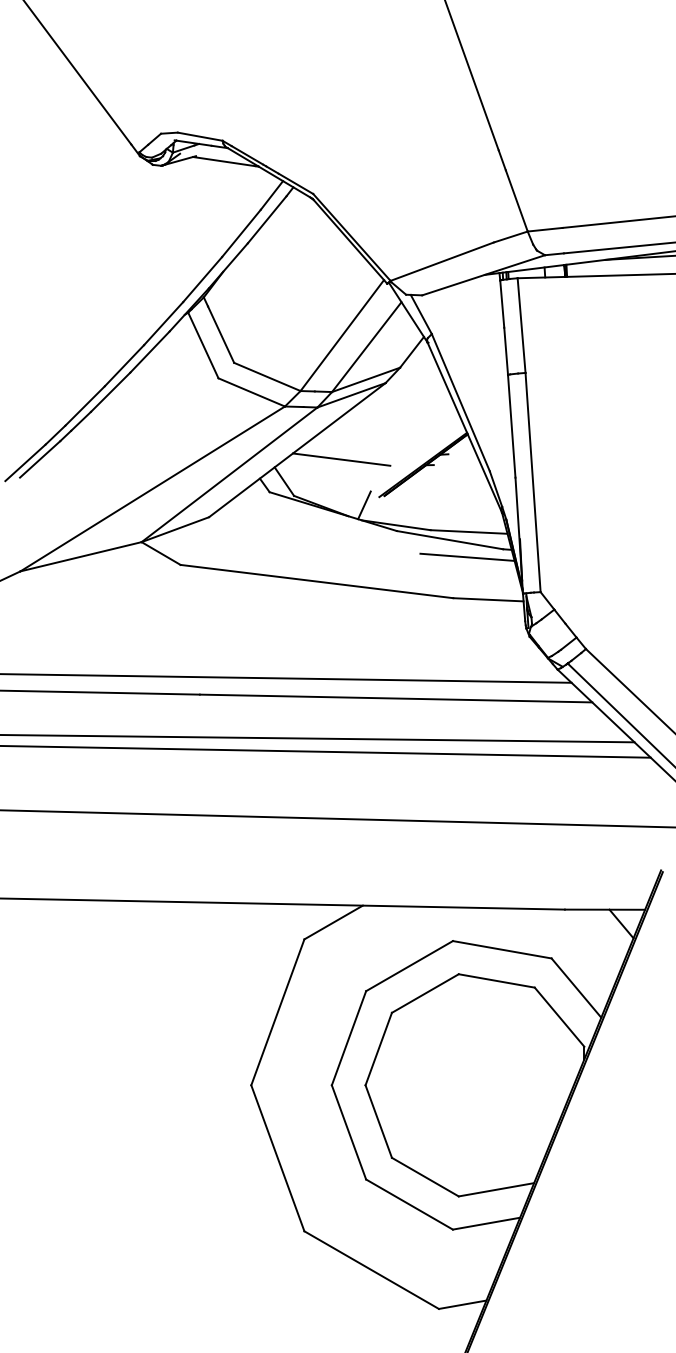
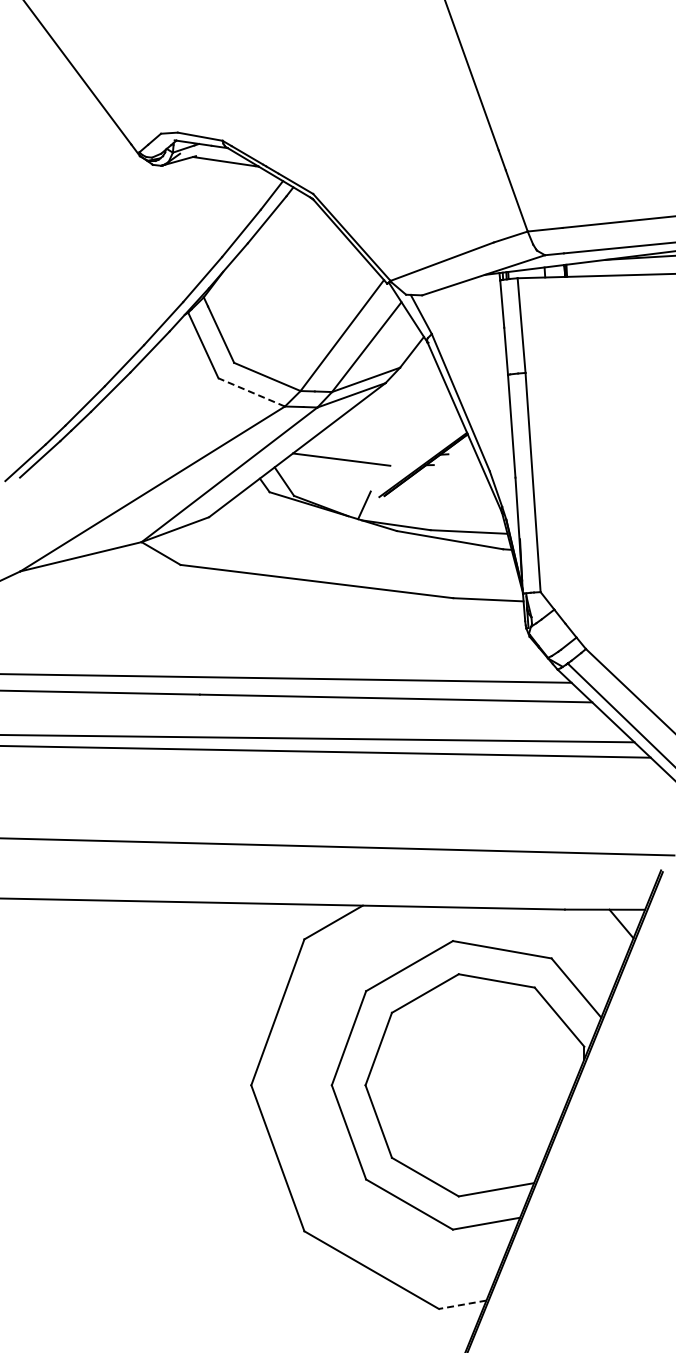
line at (251, 392): solid -> dashed
line at (467, 556): present -> none
line at (337, 818) position: (337, 818) -> (337, 846)
line at (462, 1304): solid -> dashed
